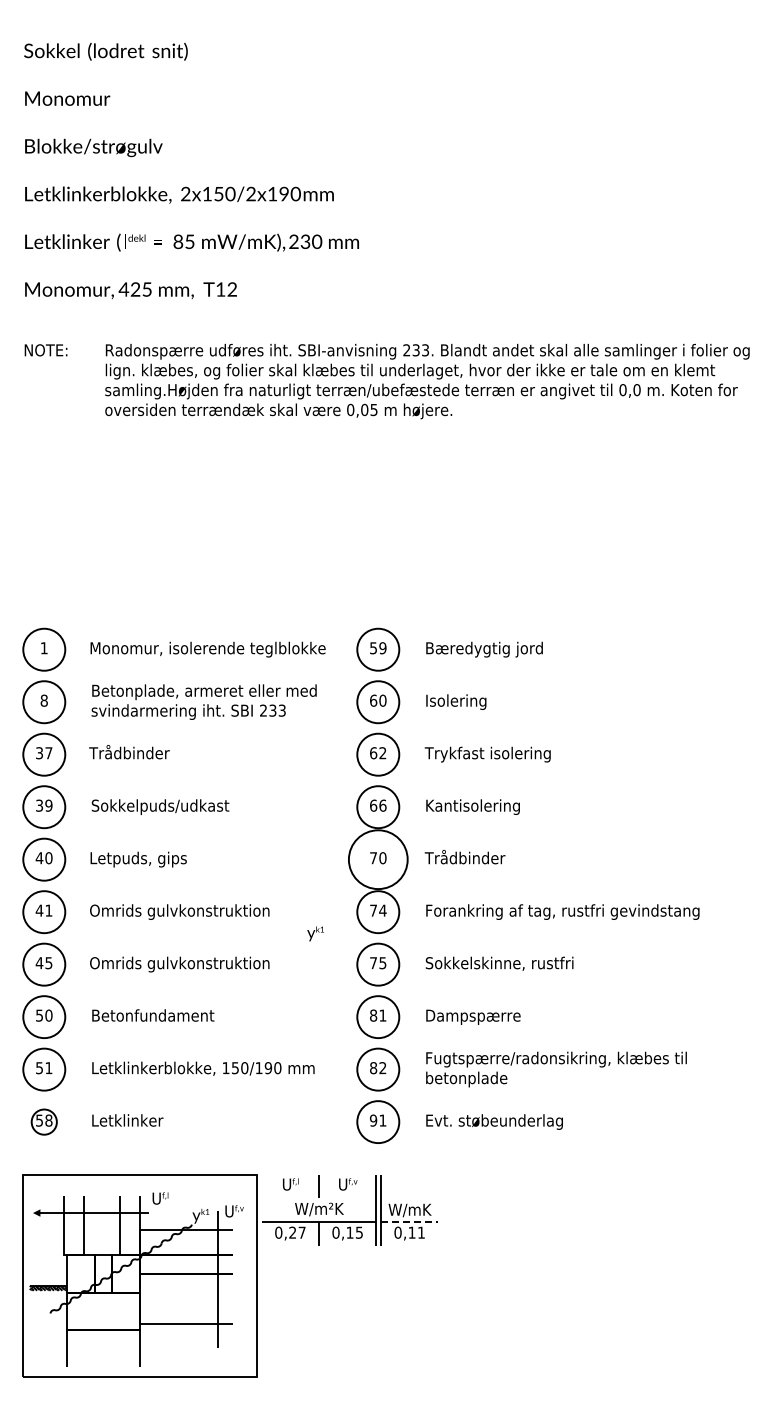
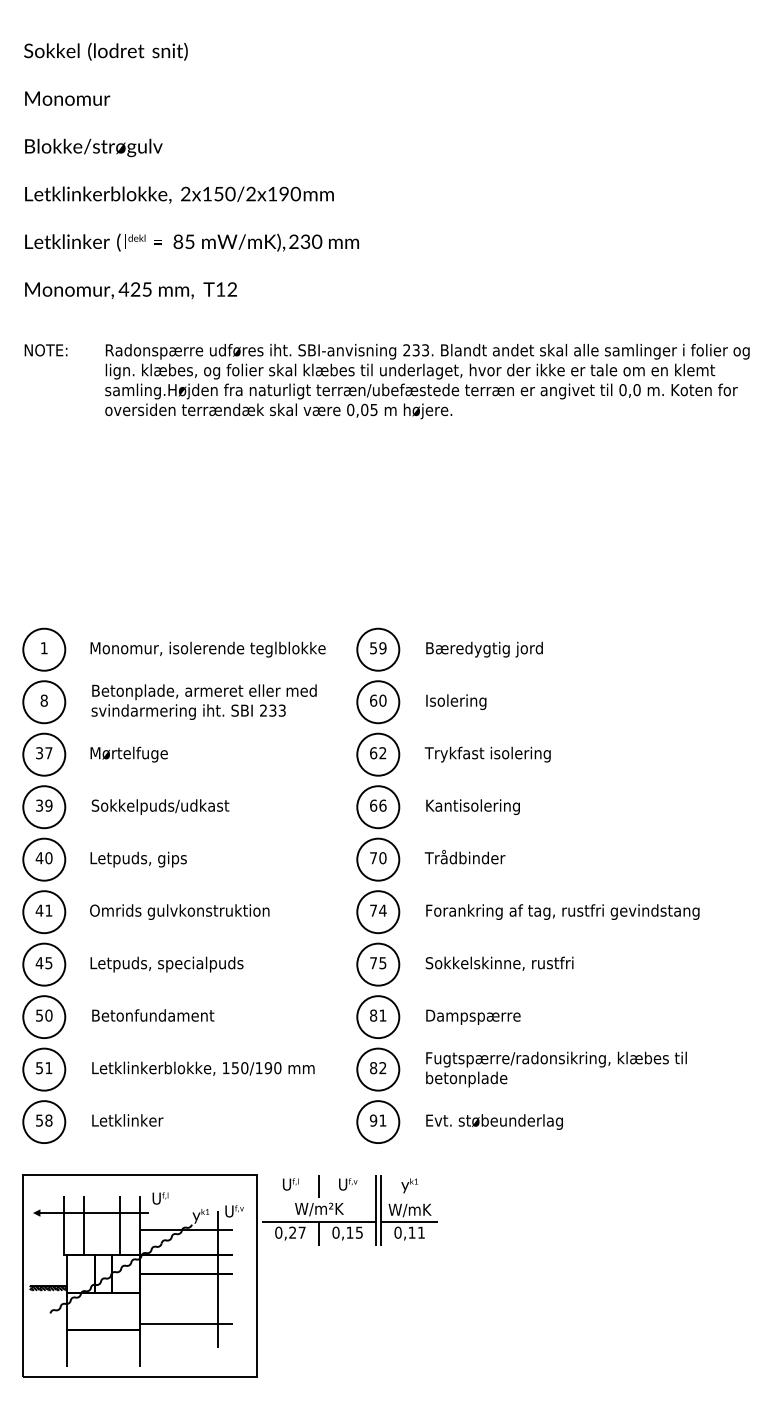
text at (129, 753): Trådbinder -> Mørtelfuge
circle at (377, 859) diameter: 59 px -> 42 px
text at (315, 933) position: (315, 933) -> (409, 1185)
text at (179, 964): Omrids gulvkonstruktion -> Letpuds, specialpuds
circle at (43, 1121) diameter: 25 px -> 42 px
line at (409, 1222): dashed -> solid
